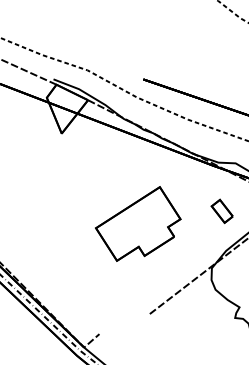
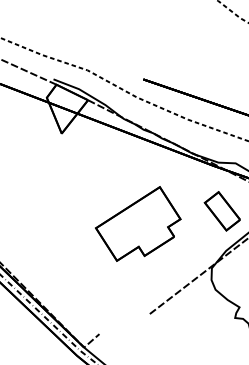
part at (221, 211) size: 24x27 px -> 38x41 px
